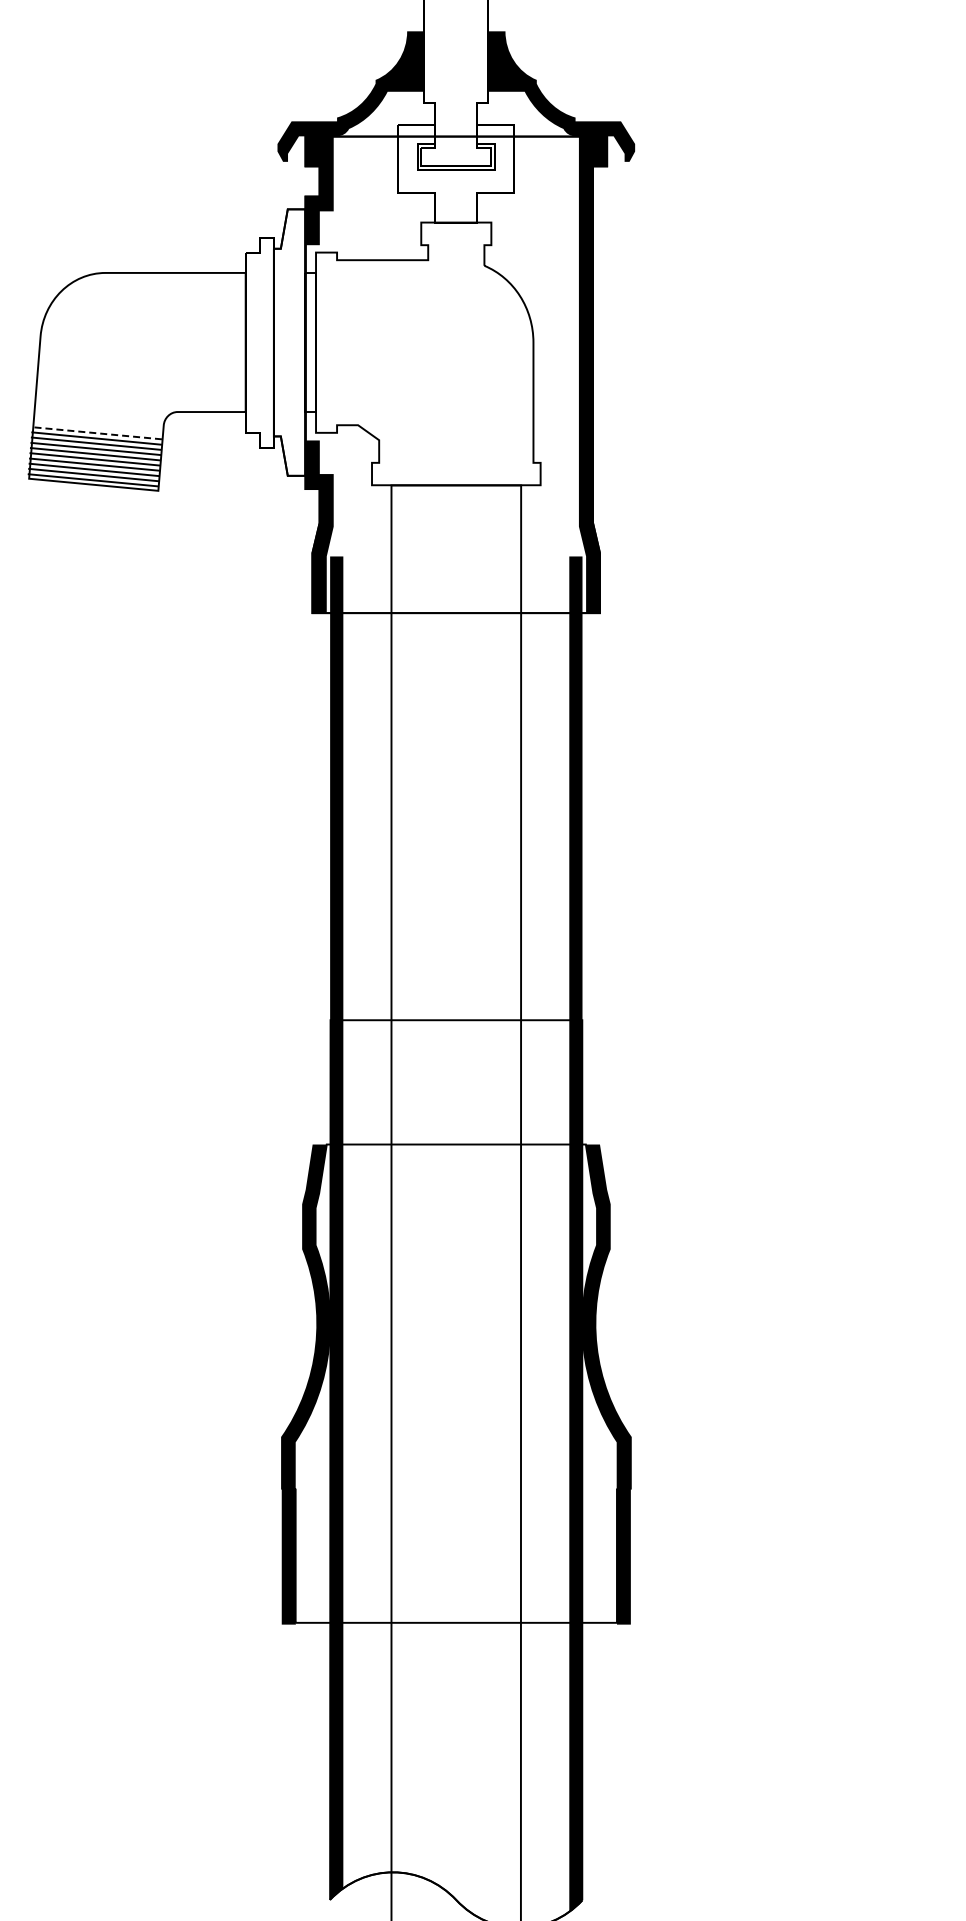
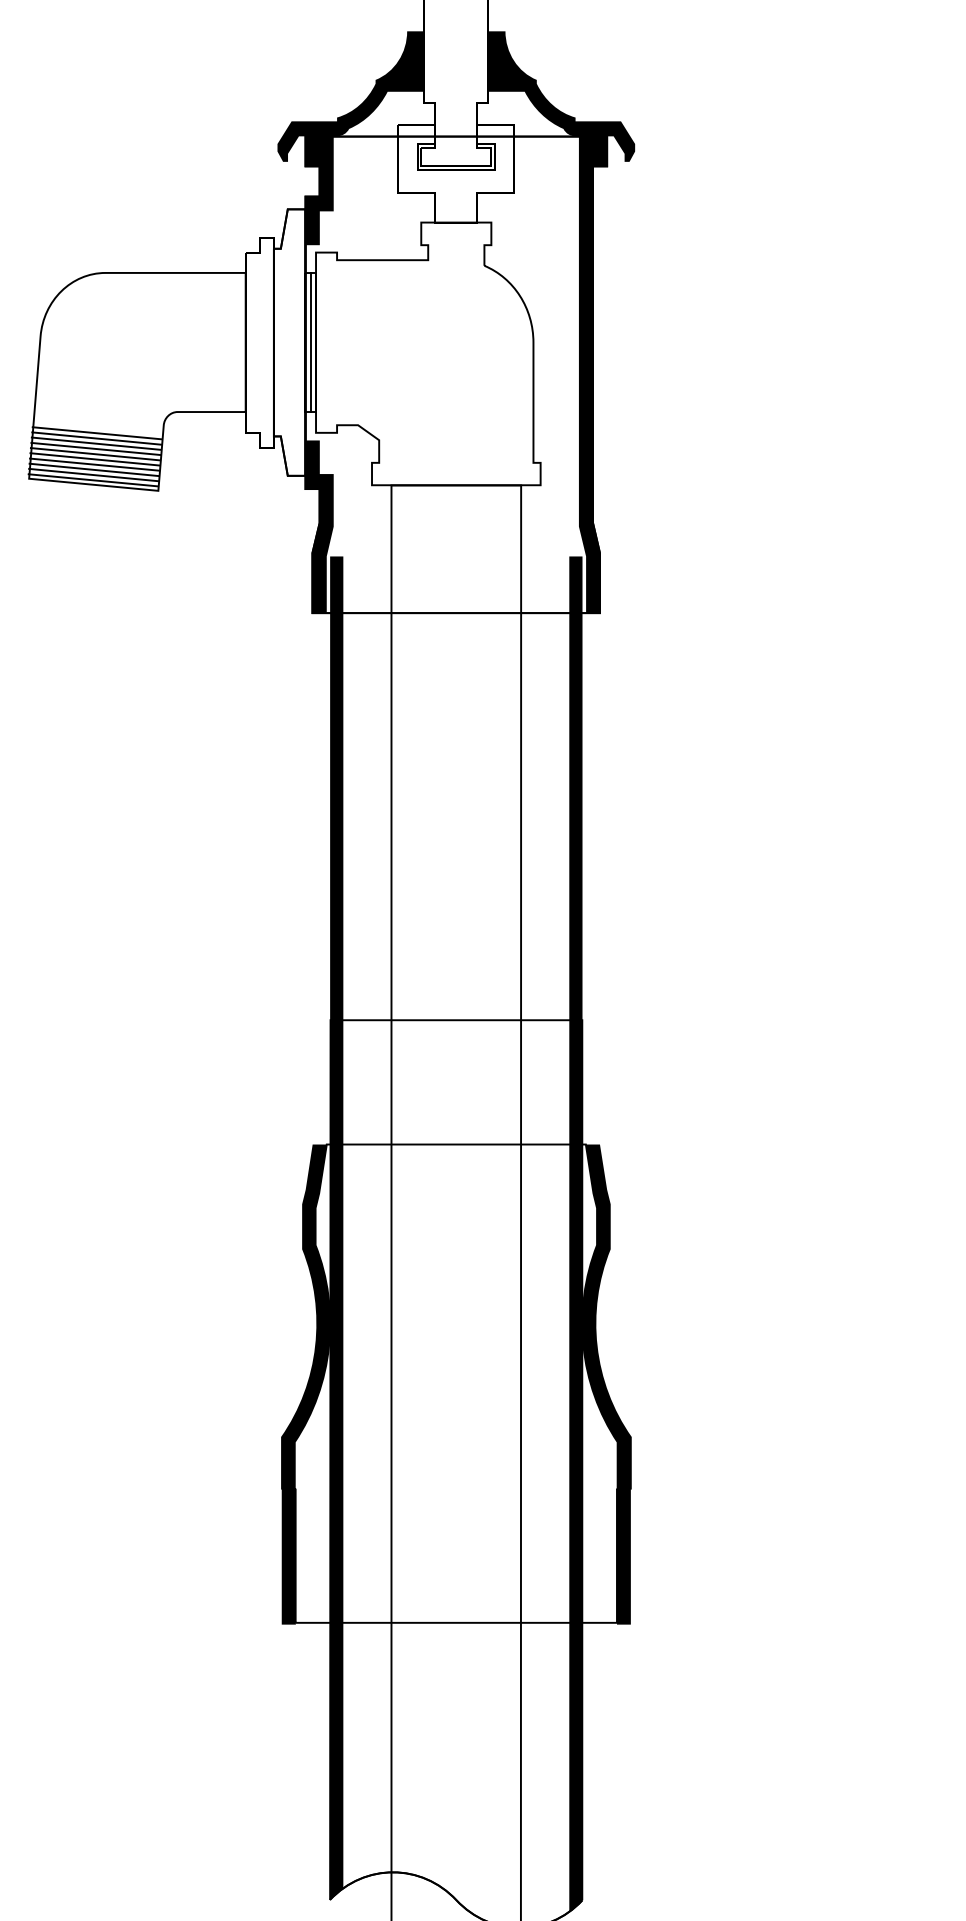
line at (310, 342): none -> present
line at (97, 433): dashed -> solid
